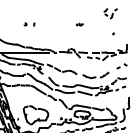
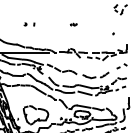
part at (110, 13) position: (110, 13) -> (120, 9)
part at (79, 24) position: (79, 24) -> (73, 24)
